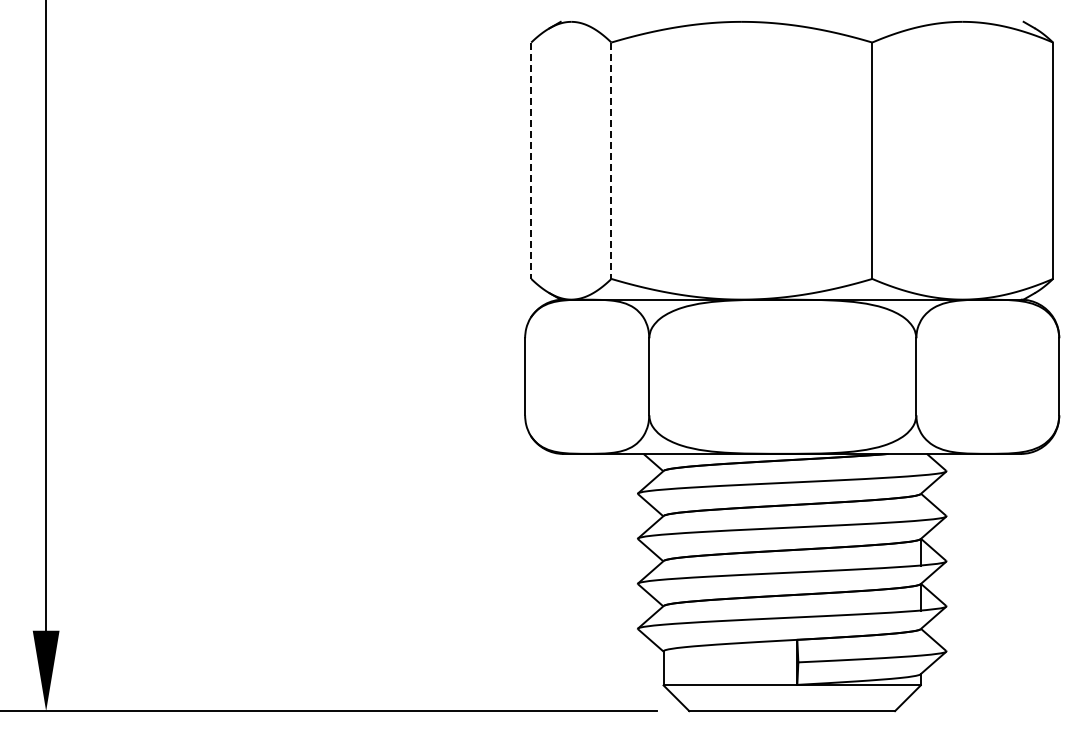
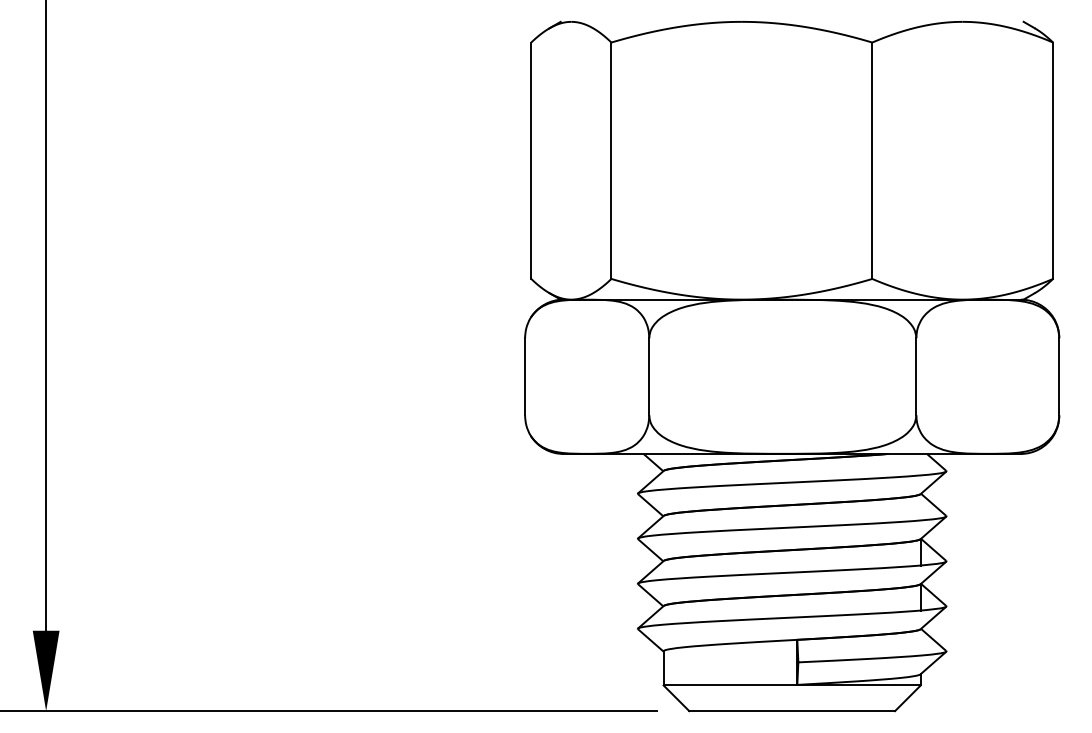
line at (531, 161): dashed -> solid
line at (611, 161): dashed -> solid
